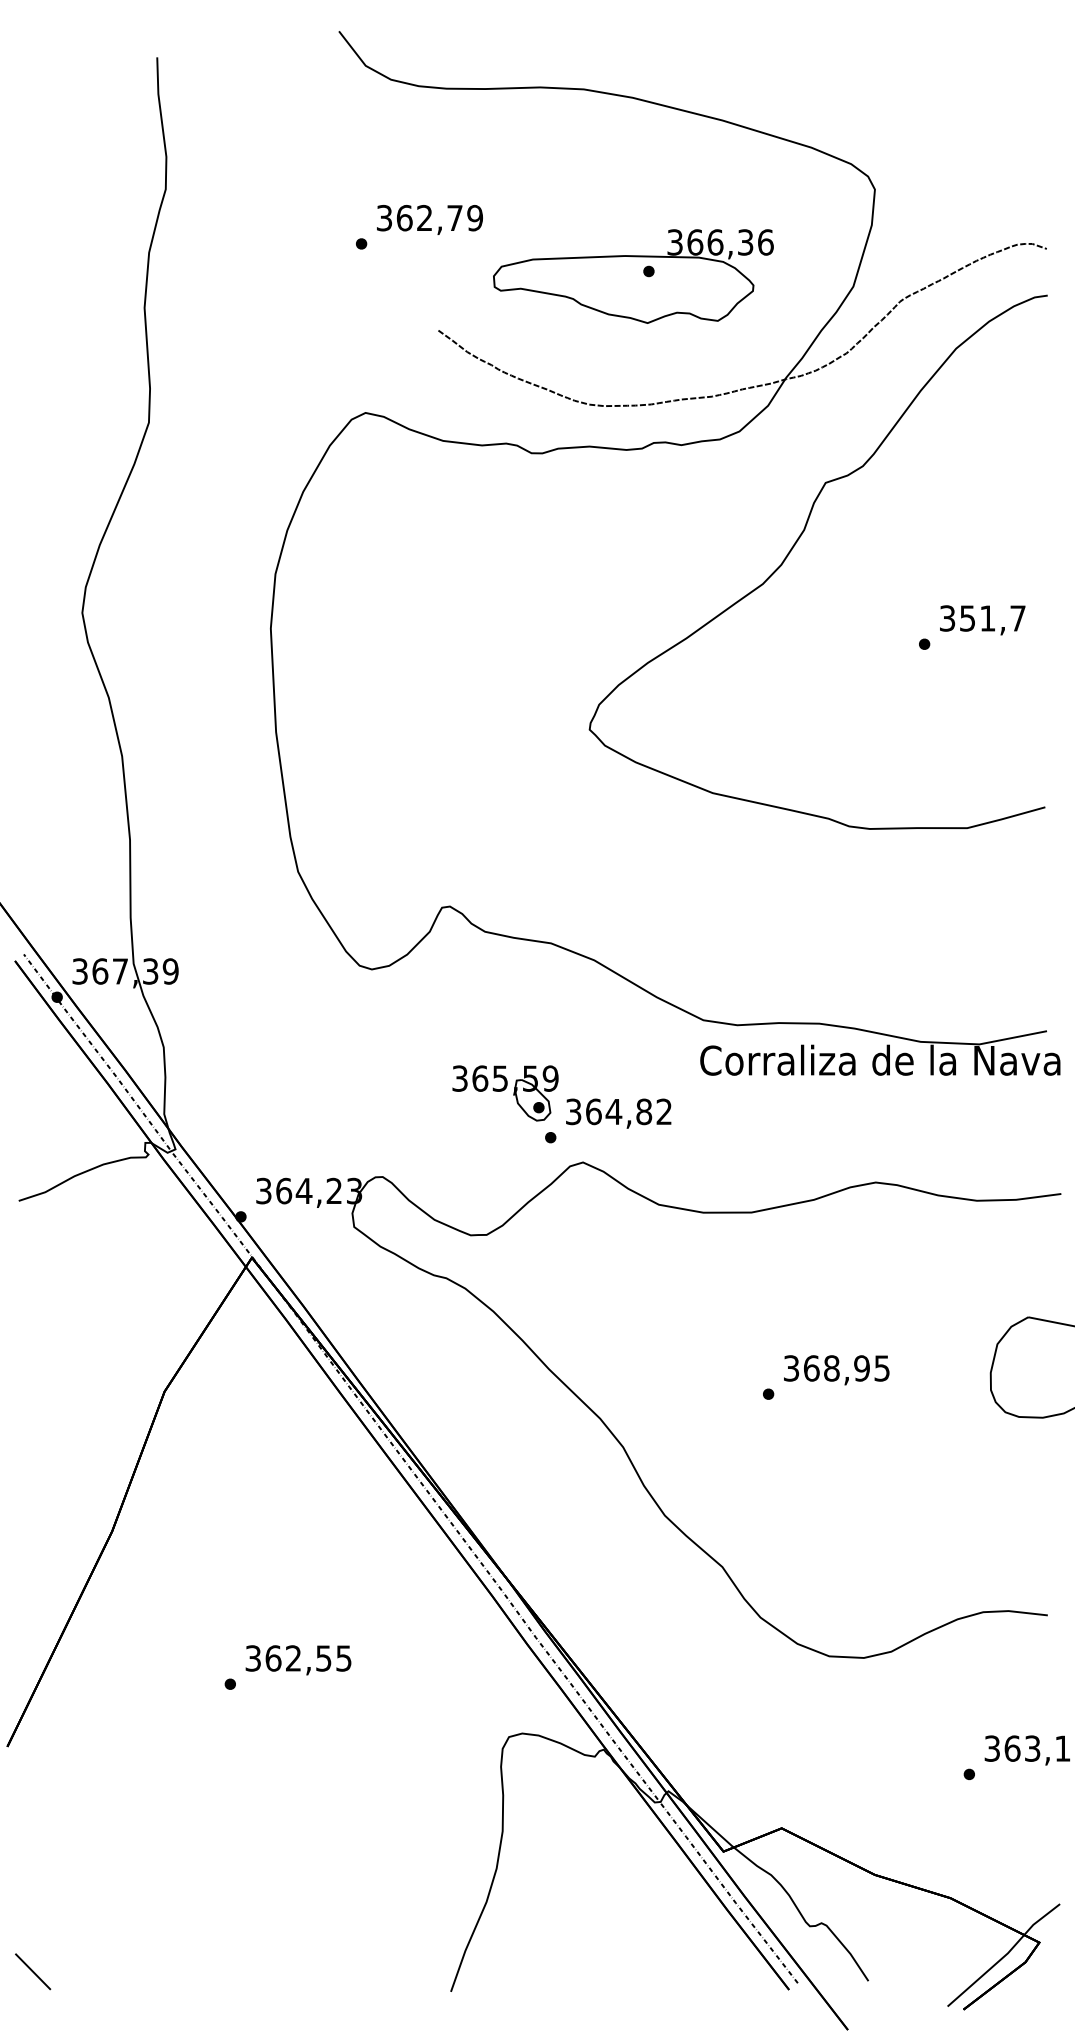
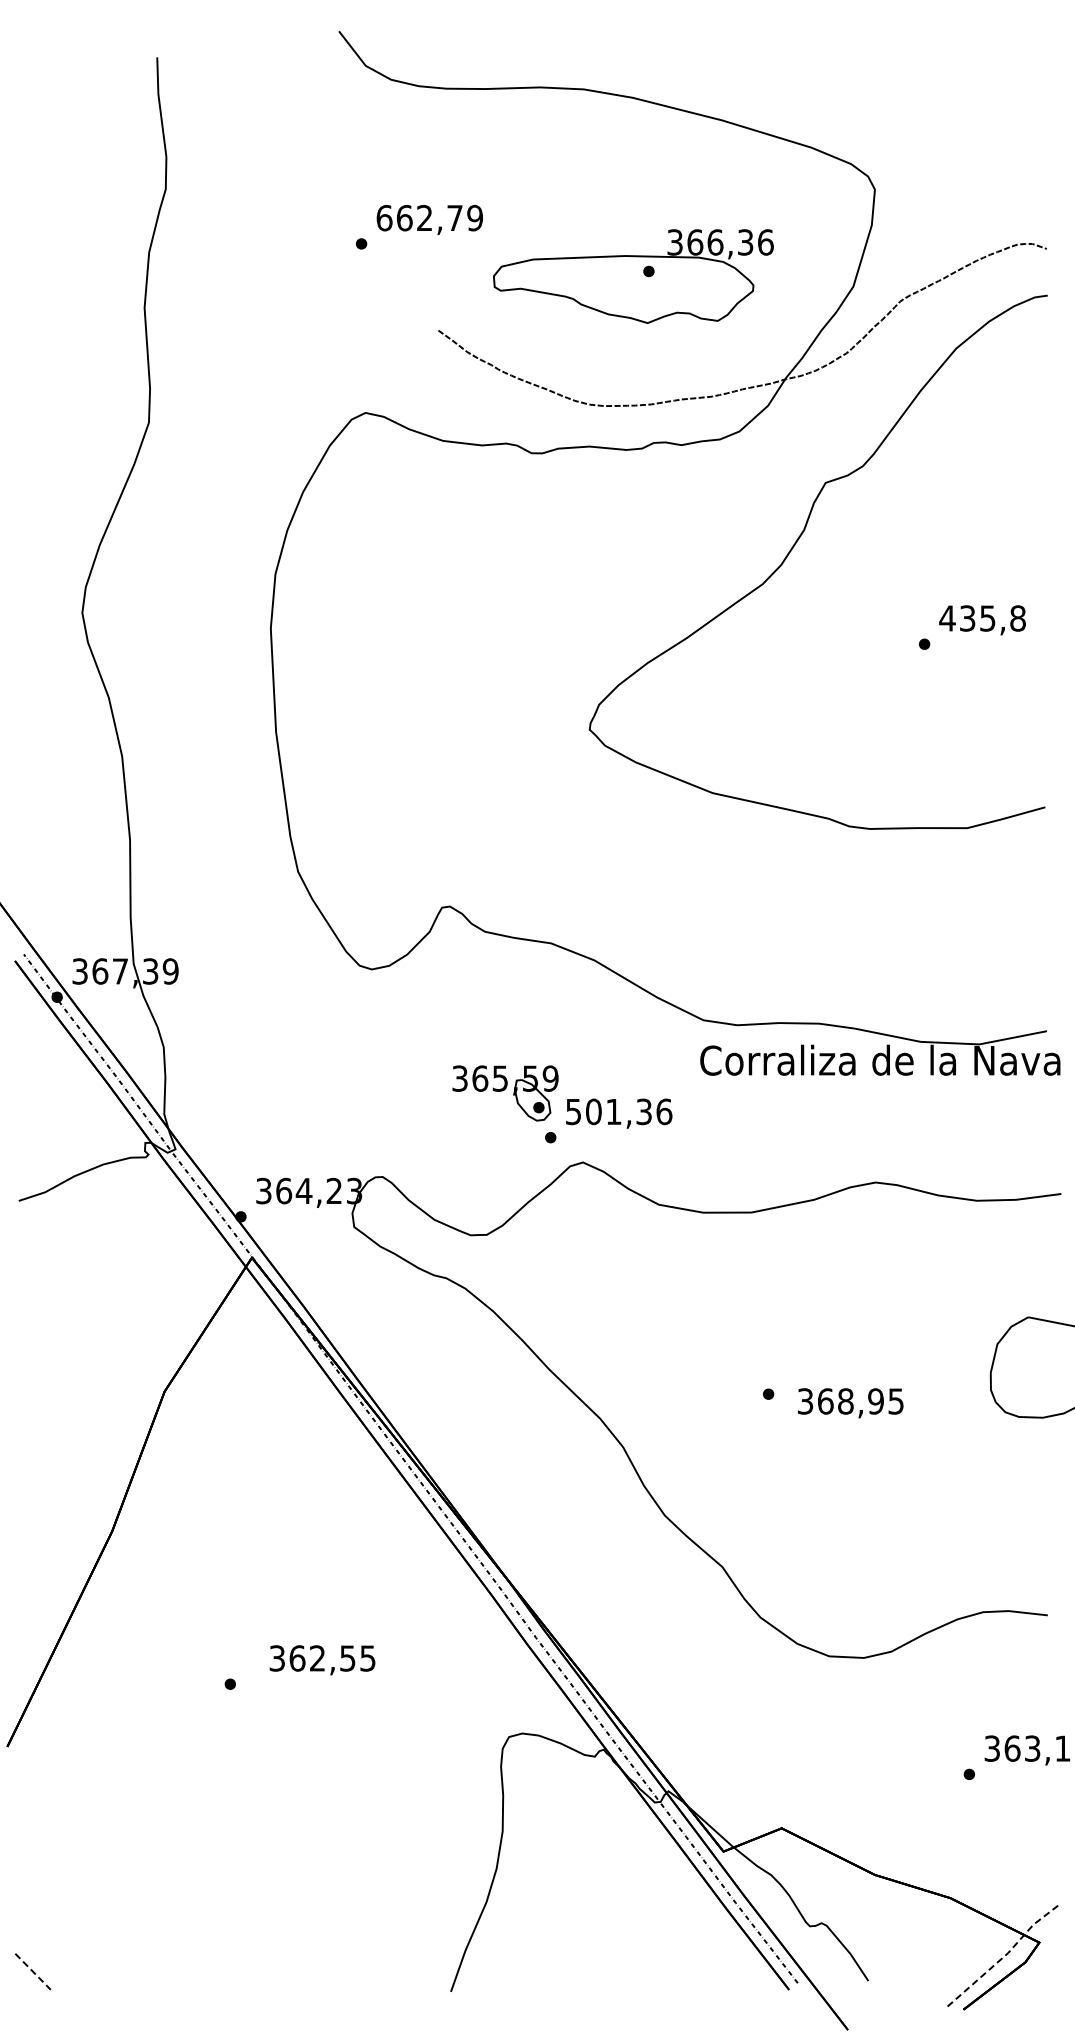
text at (384, 217): 362,79 -> 662,79
text at (982, 618): 351,7 -> 435,8
text at (619, 1111): 364,82 -> 501,36
text at (836, 1370) position: (836, 1370) -> (850, 1403)
text at (298, 1660) position: (298, 1660) -> (322, 1660)
line at (1005, 1955): solid -> dashed
line at (33, 1972): solid -> dashed
